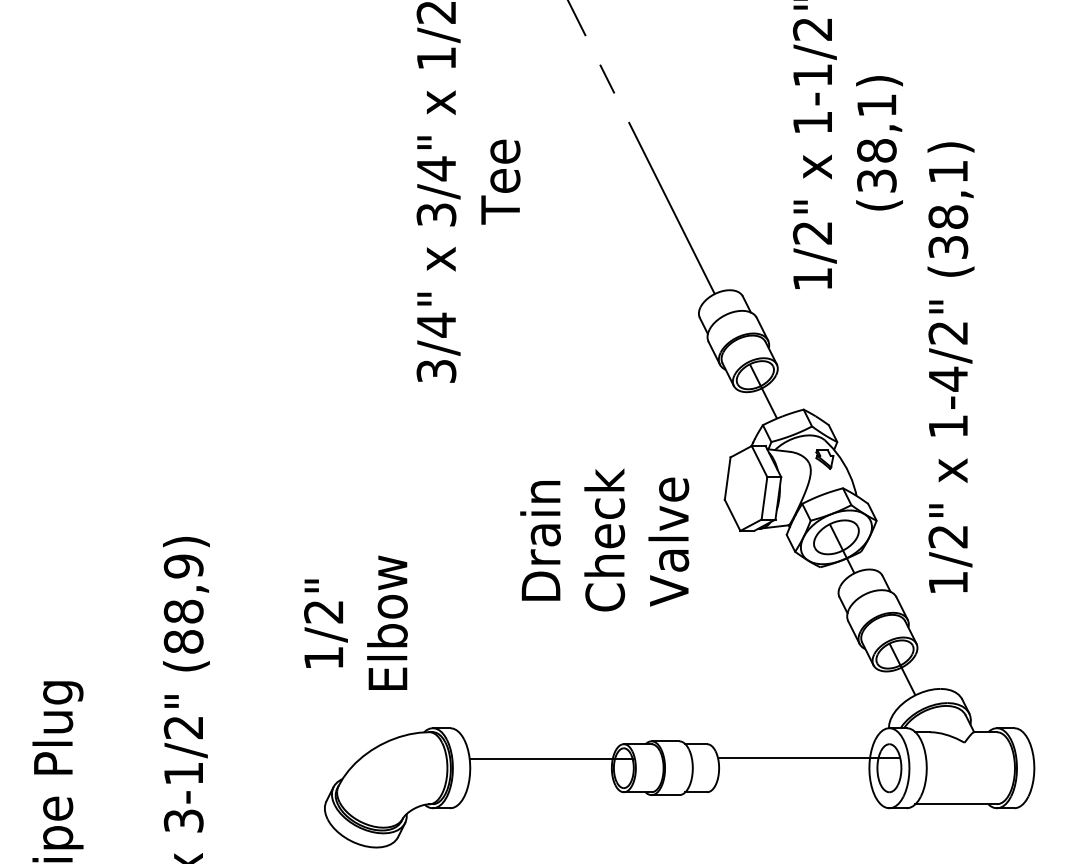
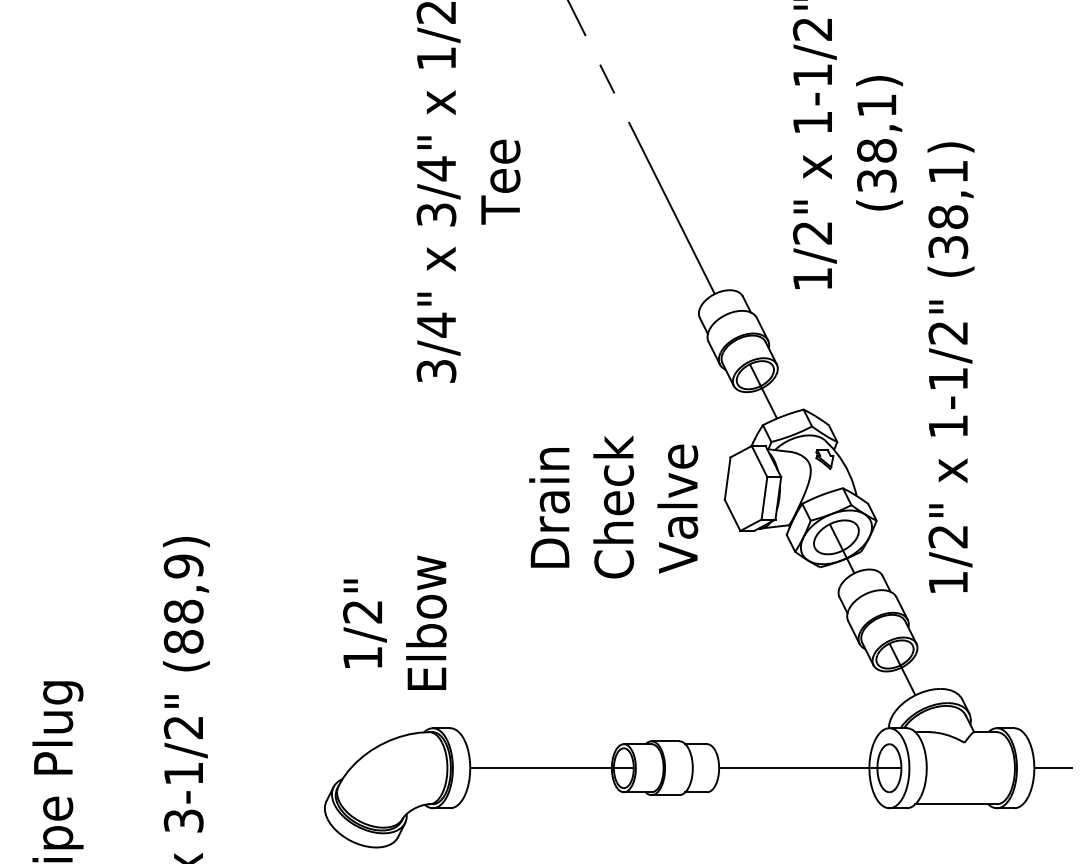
text at (948, 378): 1-4/2" -> 1-1/2"
text at (604, 539) position: (604, 539) -> (613, 506)
text at (355, 622) position: (355, 622) -> (394, 622)
line at (810, 758) position: (810, 758) -> (810, 768)
line at (551, 759) position: (551, 759) -> (551, 768)
line at (1053, 768): none -> present
